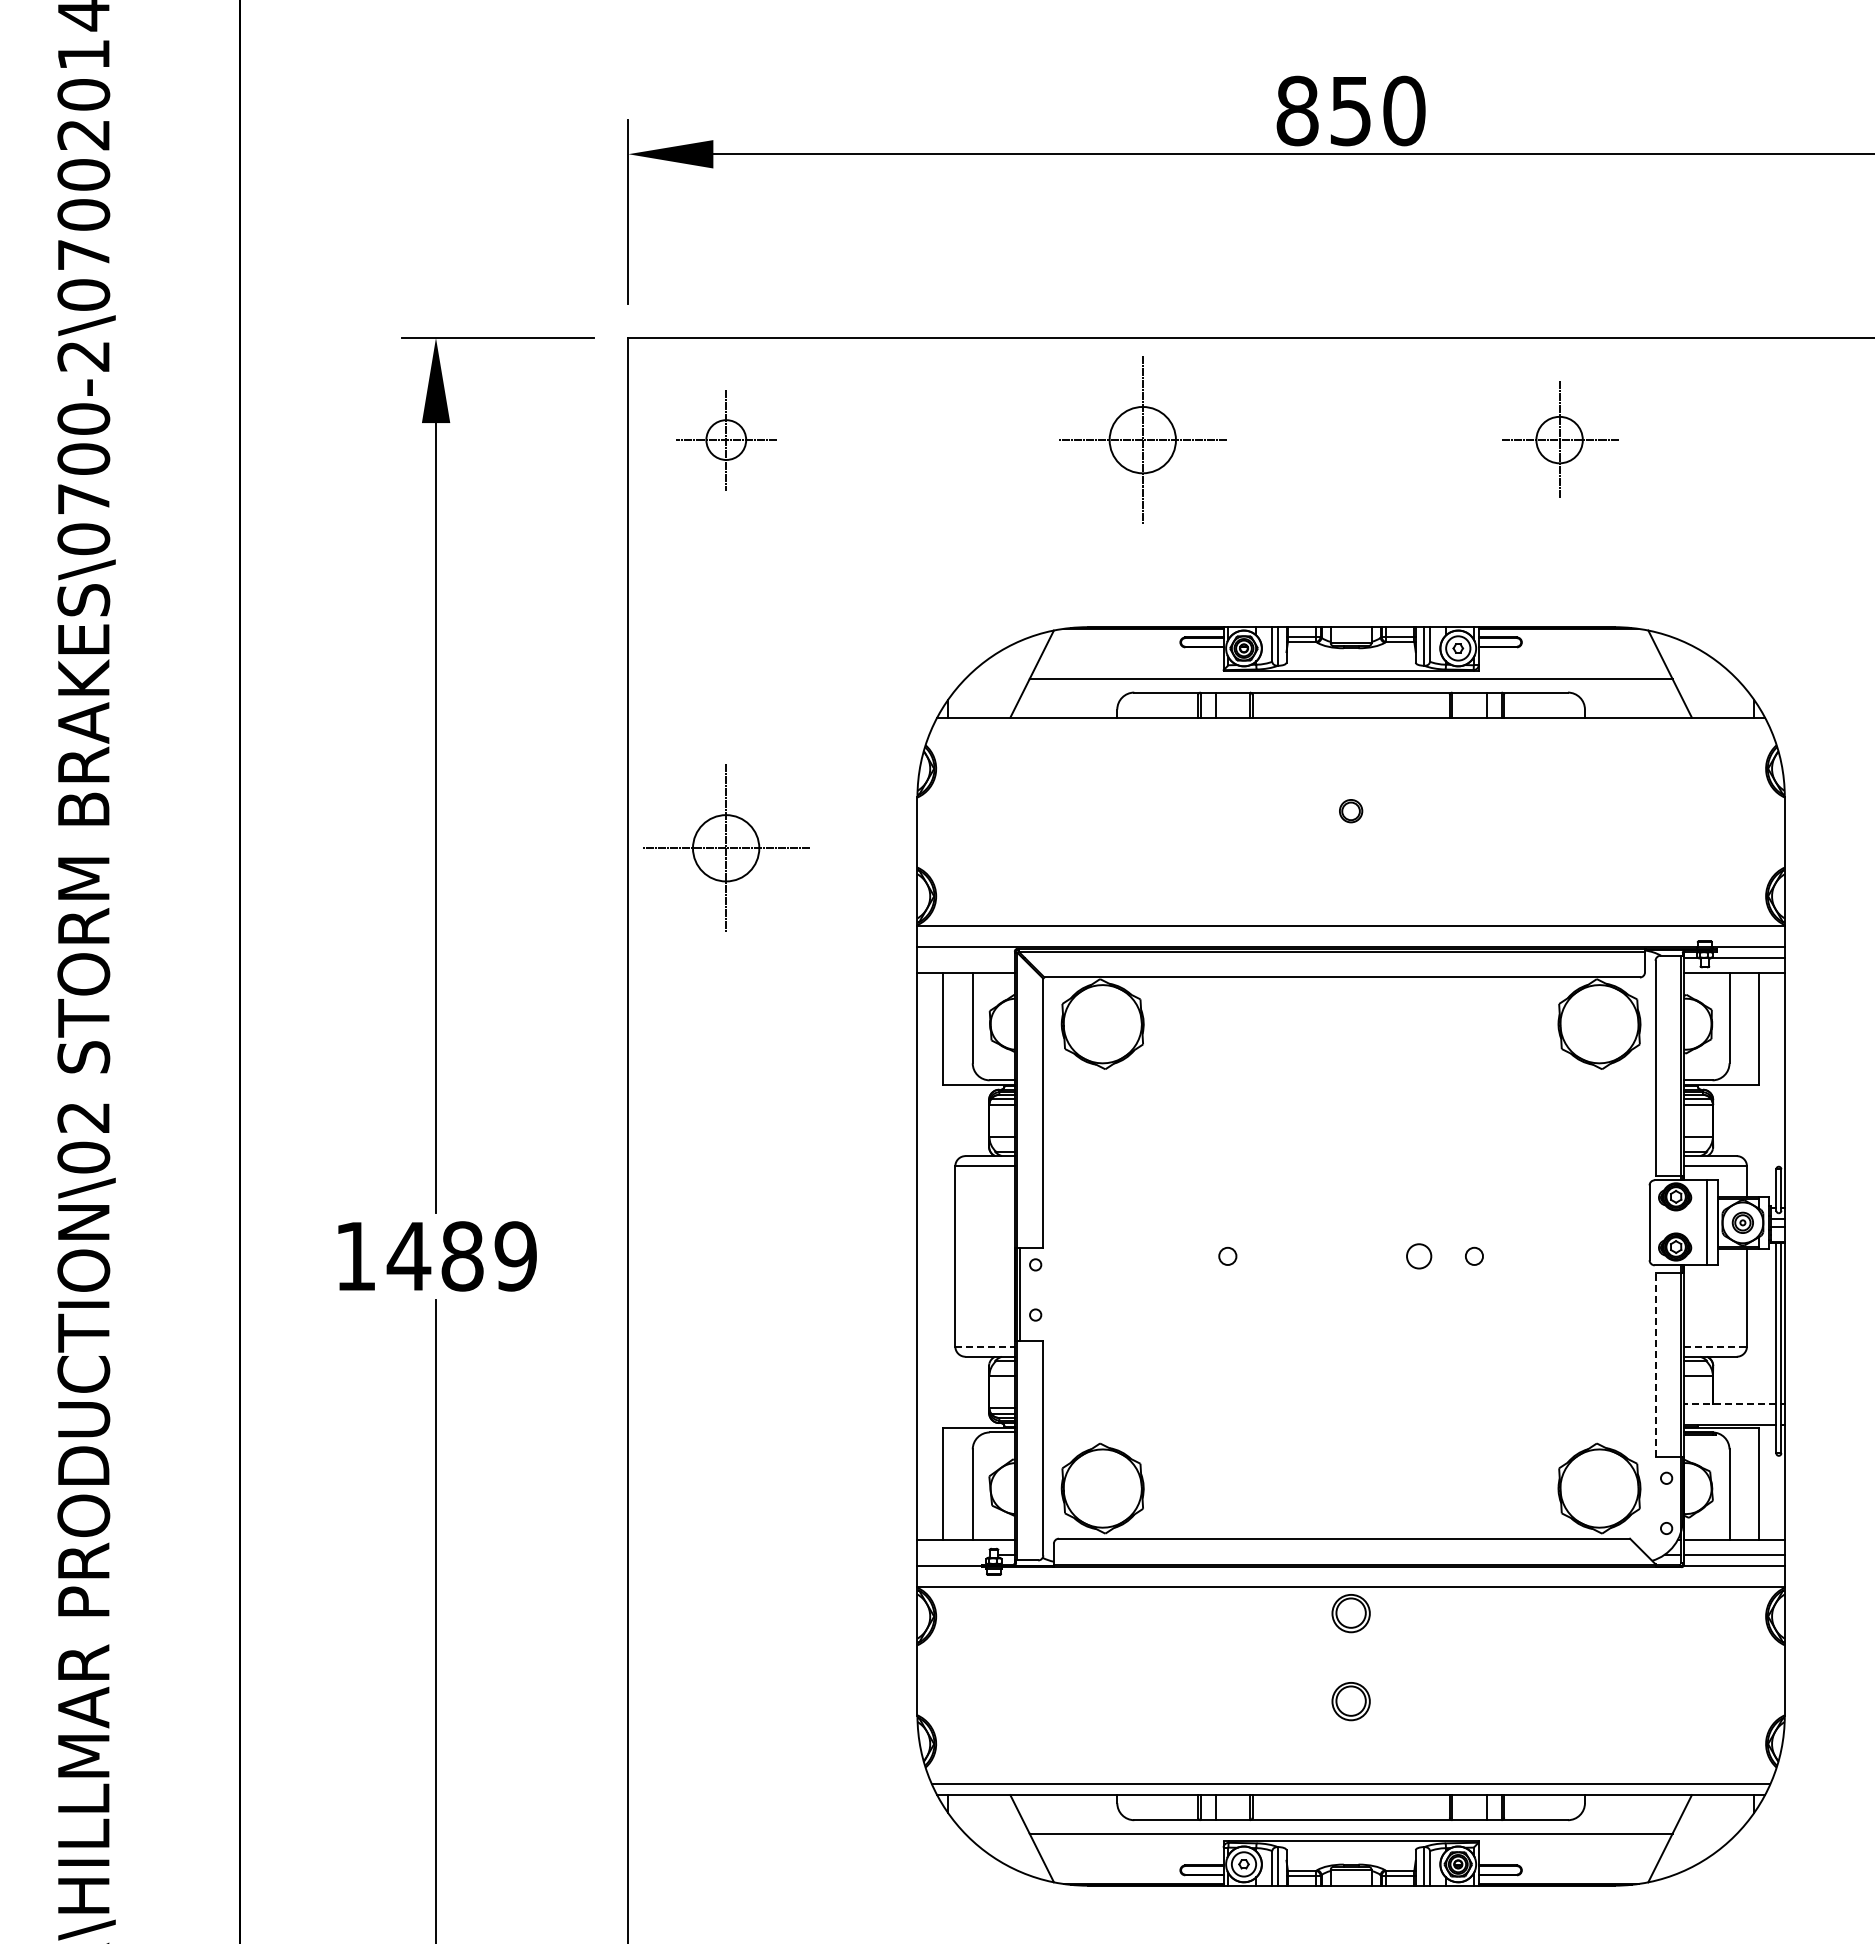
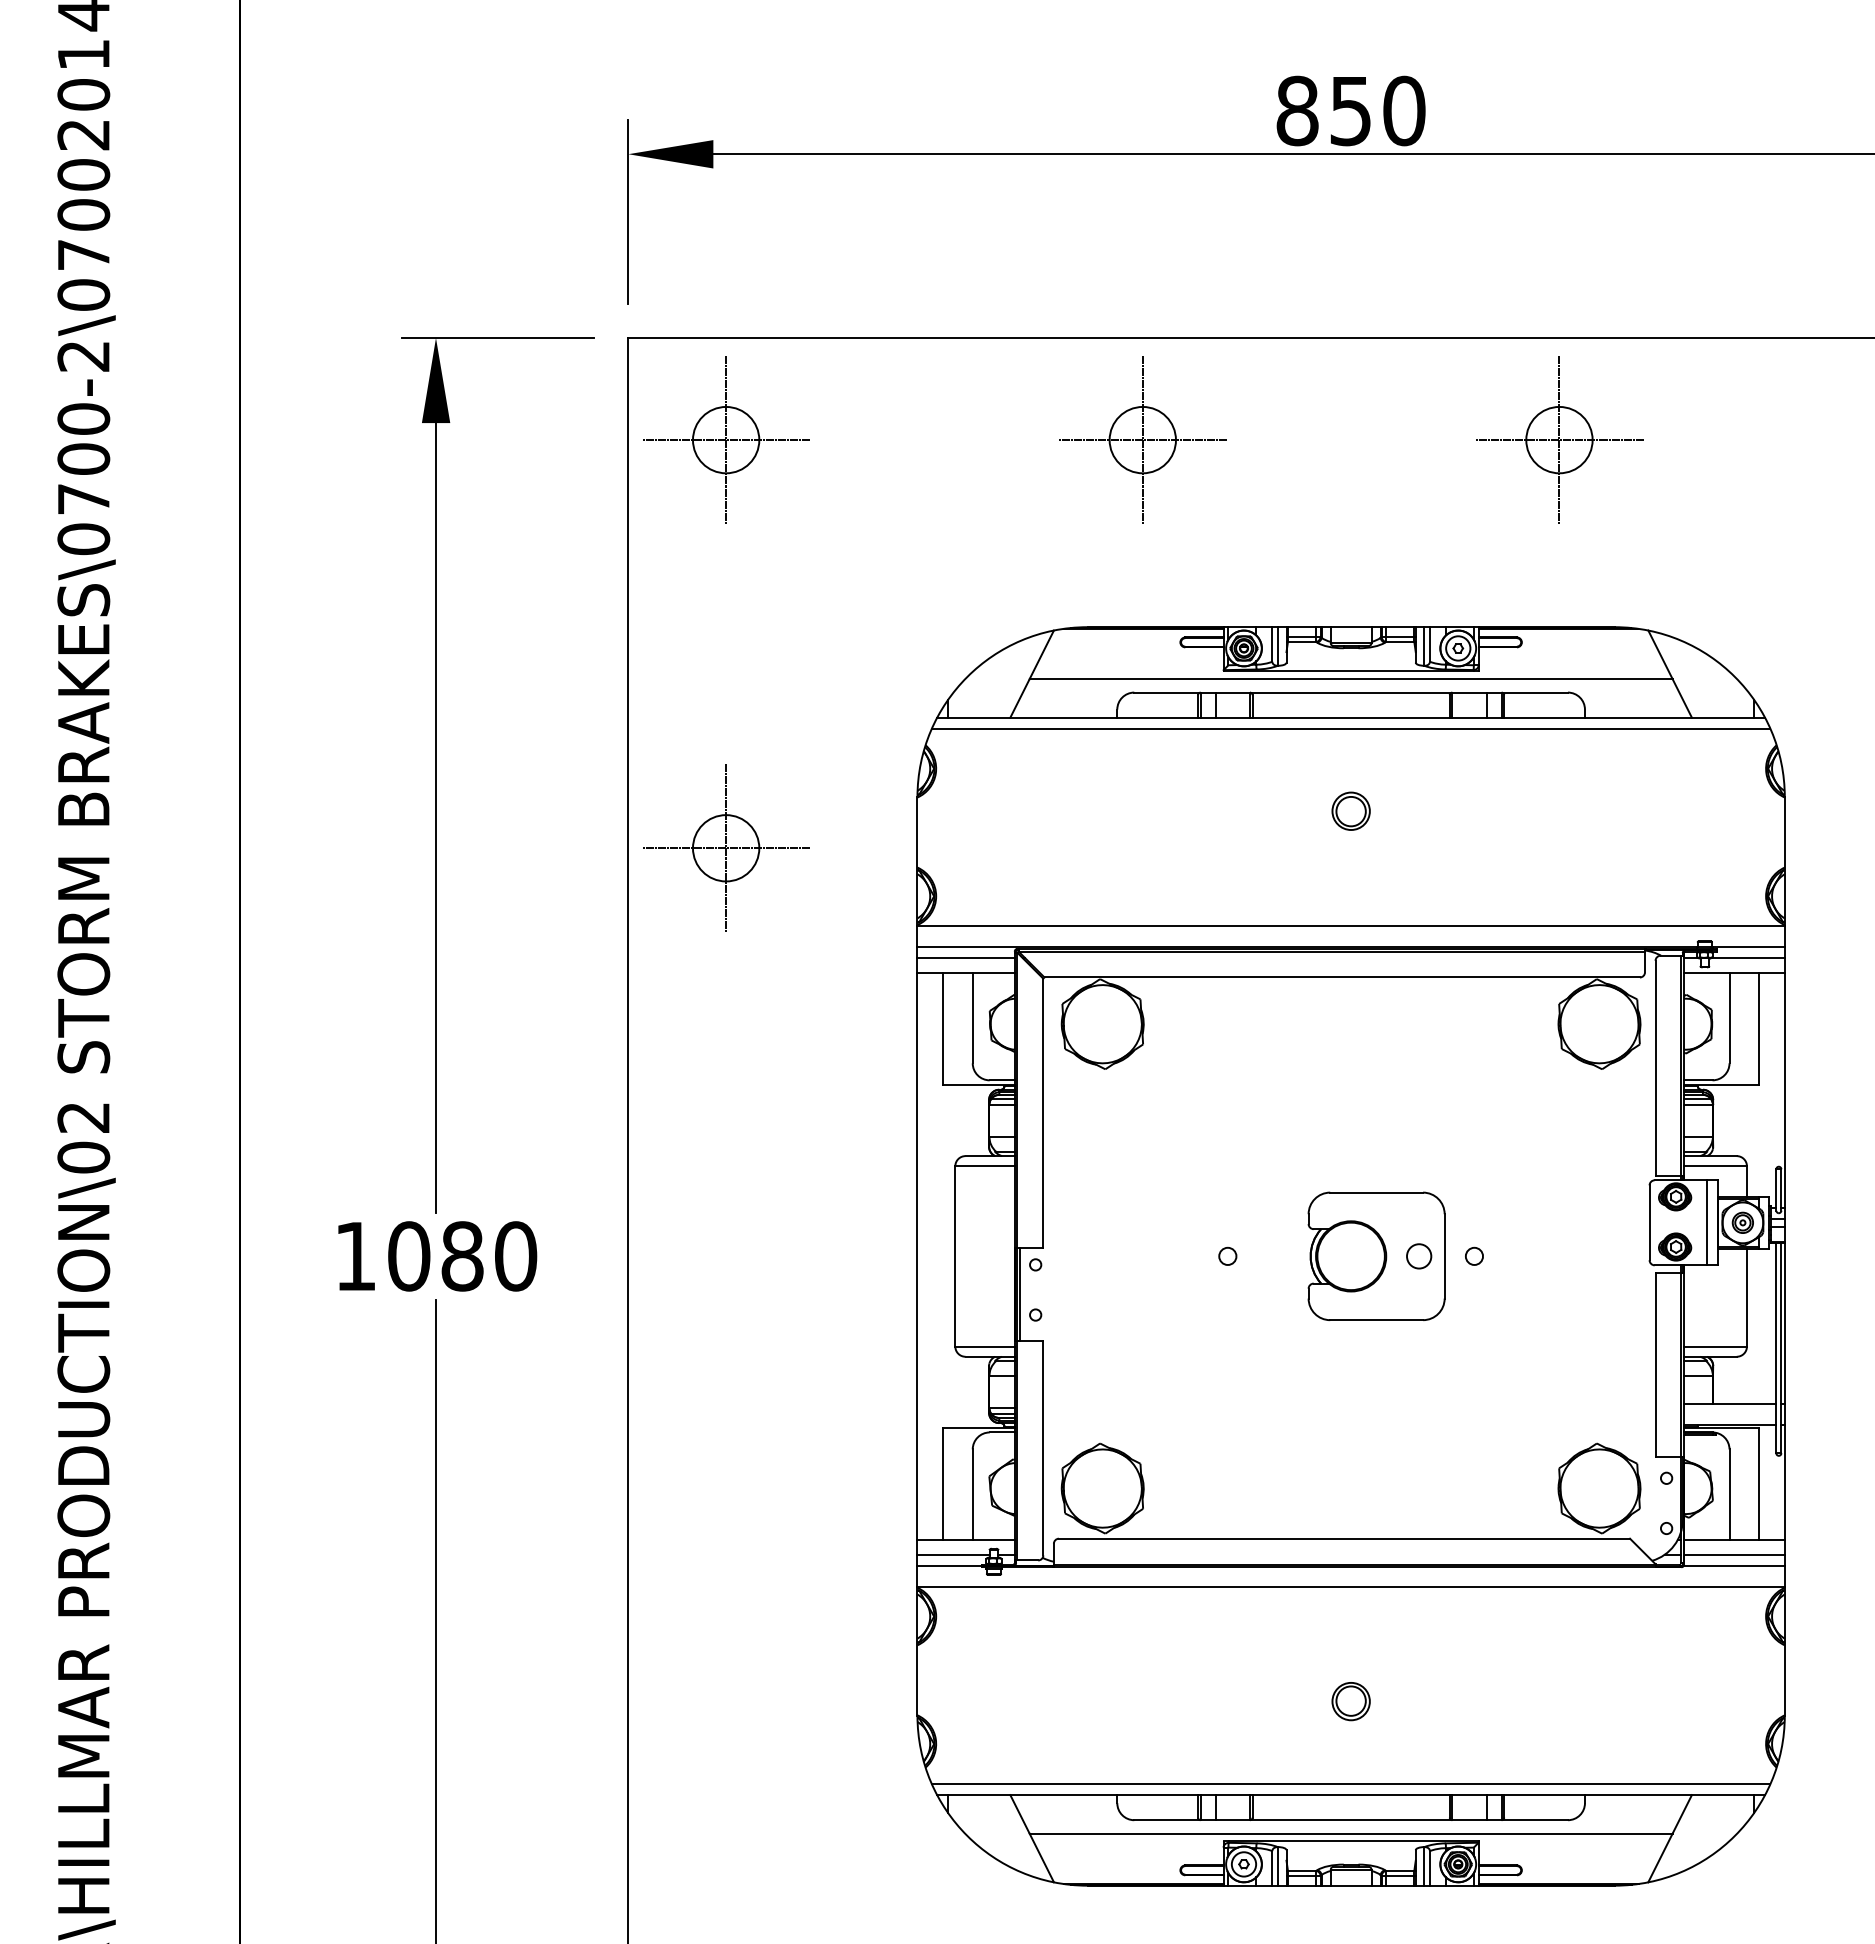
part at (1560, 439) size: 117x117 px -> 168x168 px
part at (726, 440) size: 101x101 px -> 167x168 px
line at (1350, 728): none -> present
part at (1351, 811) size: 25x25 px -> 40x40 px
line at (965, 958): none -> present
part at (1376, 1255): none -> present
text at (461, 1256): 1489 -> 1080
line at (985, 1346): dashed -> solid
line at (1716, 1346): dashed -> solid
line at (1655, 1365): dashed -> solid
line at (1729, 1404): dashed -> solid
line at (953, 1554): none -> present
part at (1350, 1613): present -> none
